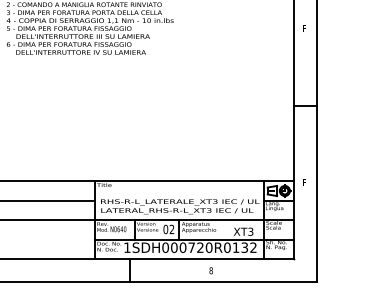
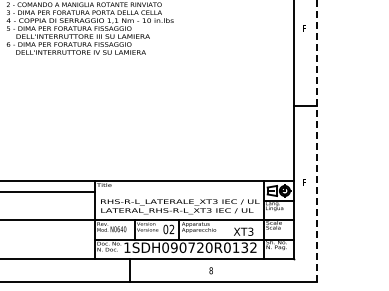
line at (316, 141): solid -> dashed
line at (48, 200) position: (48, 200) -> (48, 191)
text at (174, 247): 1SDH000720R0132 -> 1SDH090720R0132
